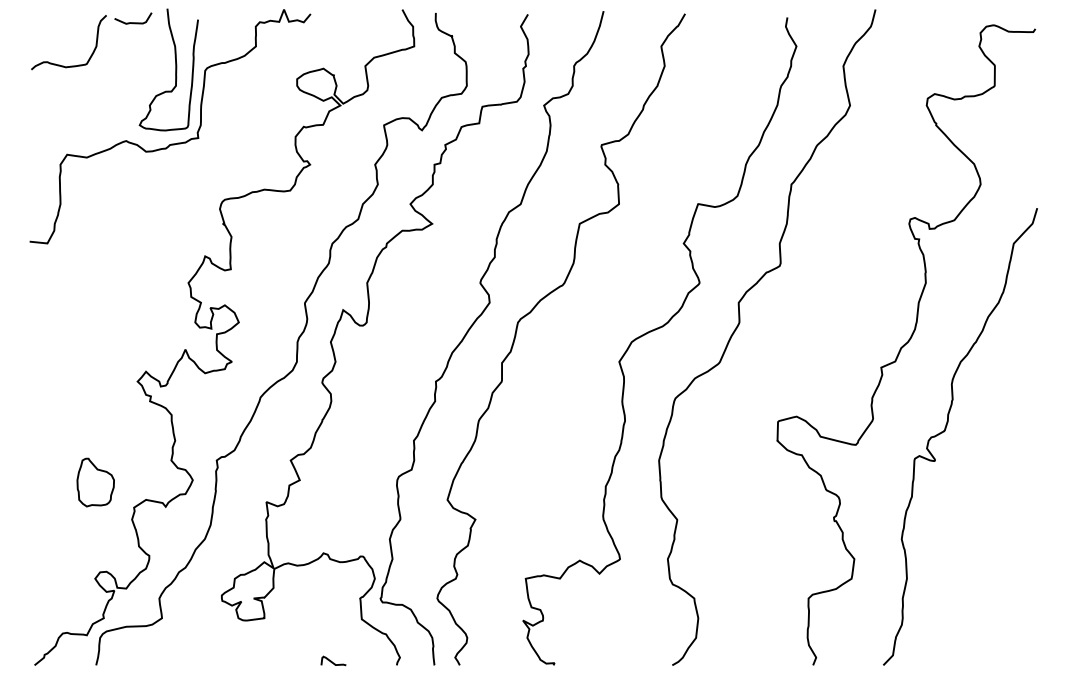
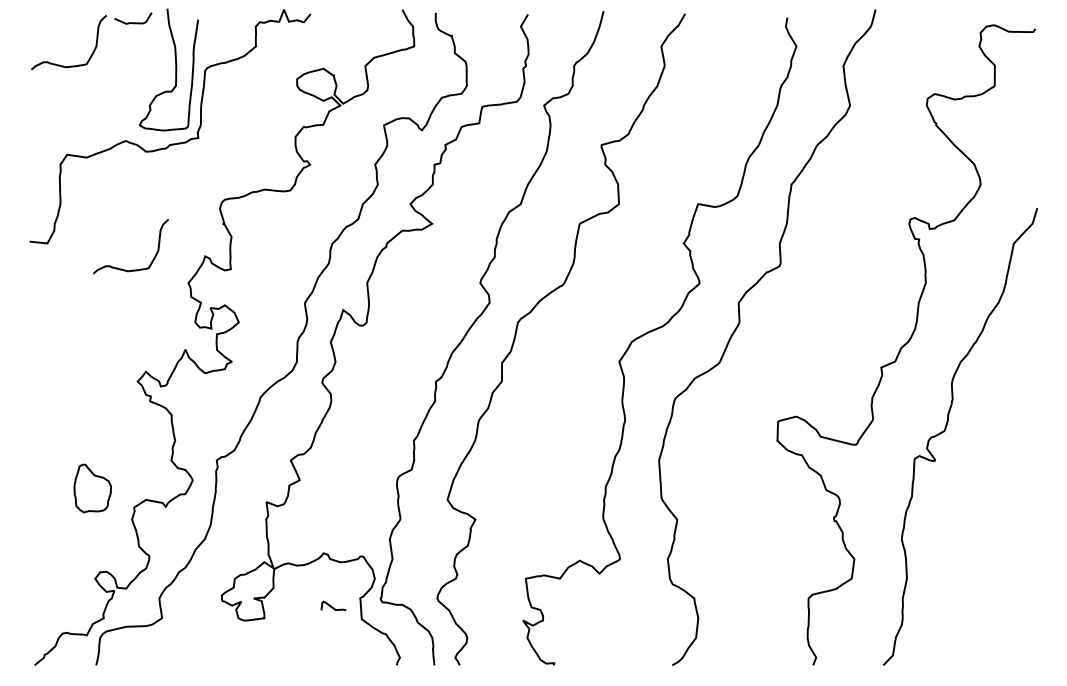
curve at (132, 269): none -> present
part at (95, 482) position: (95, 482) -> (92, 488)
curve at (332, 661) position: (332, 661) -> (332, 606)
